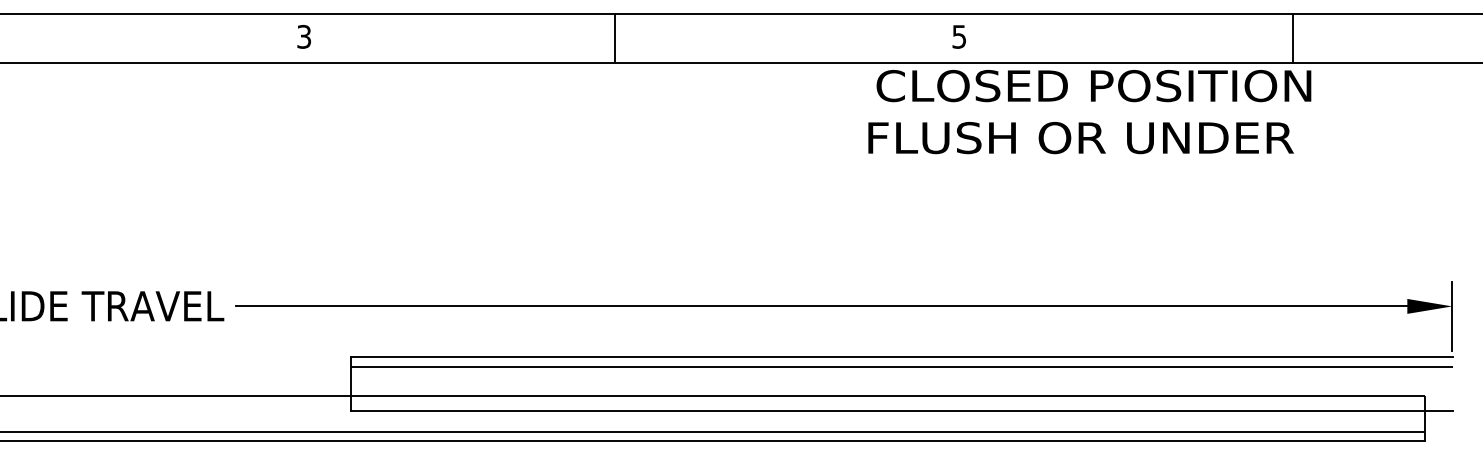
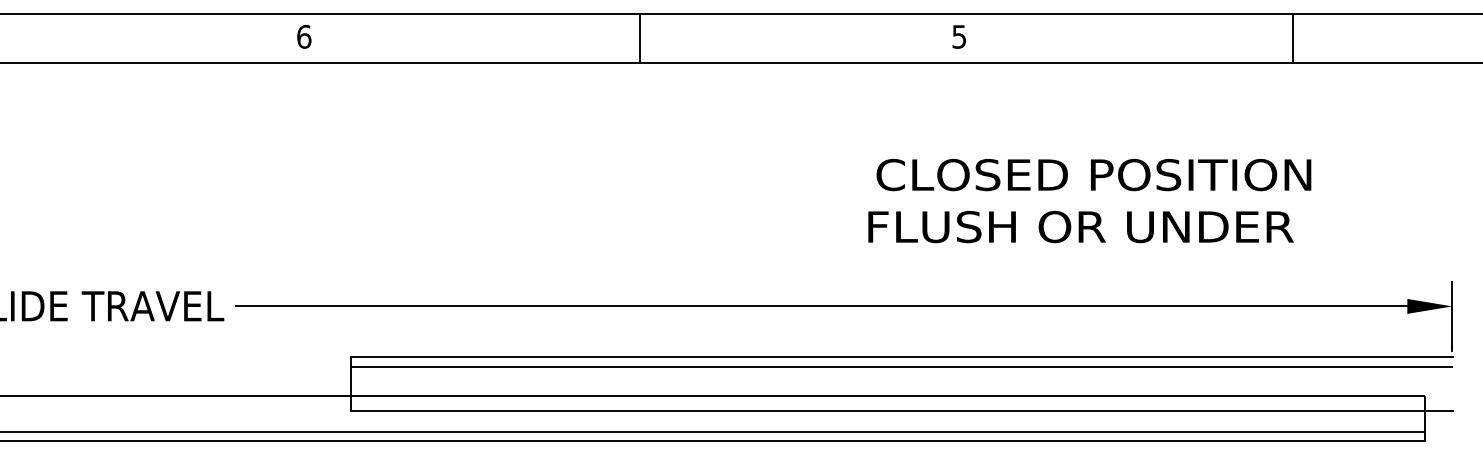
text at (304, 36): 3 -> 6
line at (614, 38) position: (614, 38) -> (639, 38)
text at (1089, 112) position: (1089, 112) -> (1089, 201)
